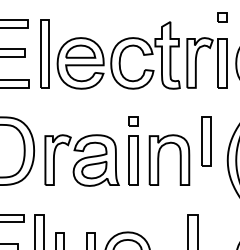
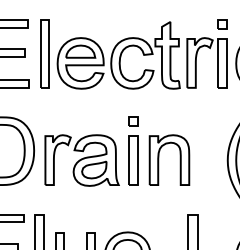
part at (222, 17) position: (222, 17) -> (222, 24)
part at (206, 141): present -> none
